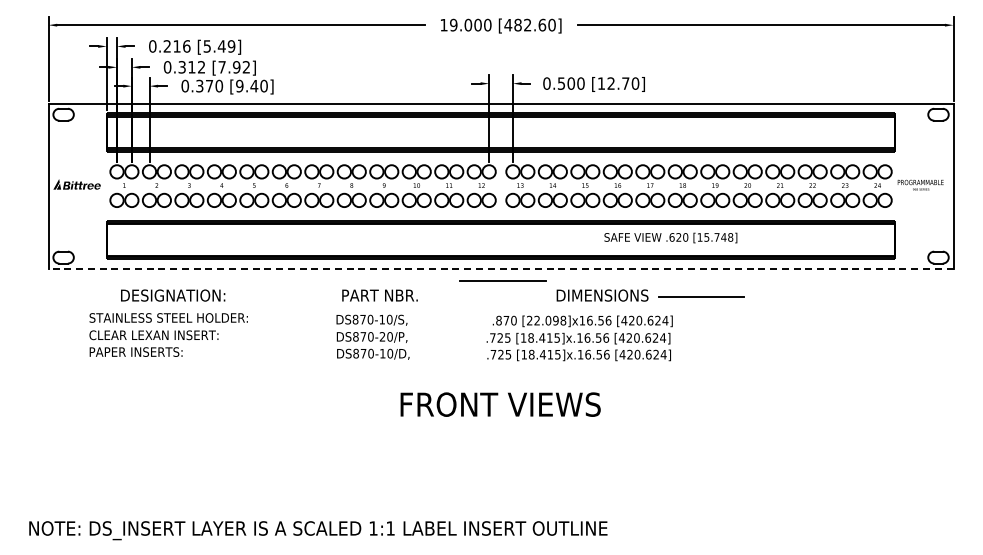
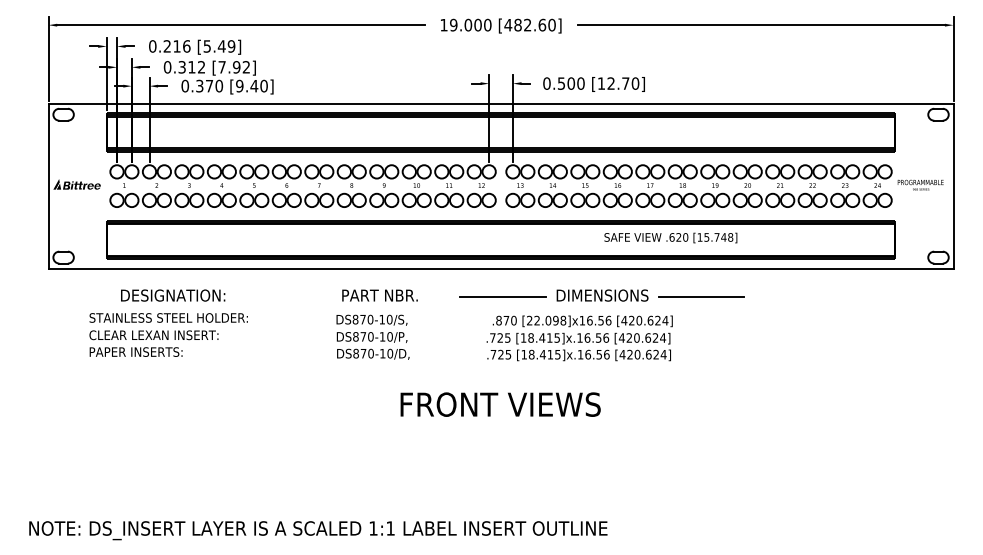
line at (500, 268): dashed -> solid
line at (502, 280) position: (502, 280) -> (502, 296)
text at (382, 336): DS870-20/P, -> DS870-10/P,
